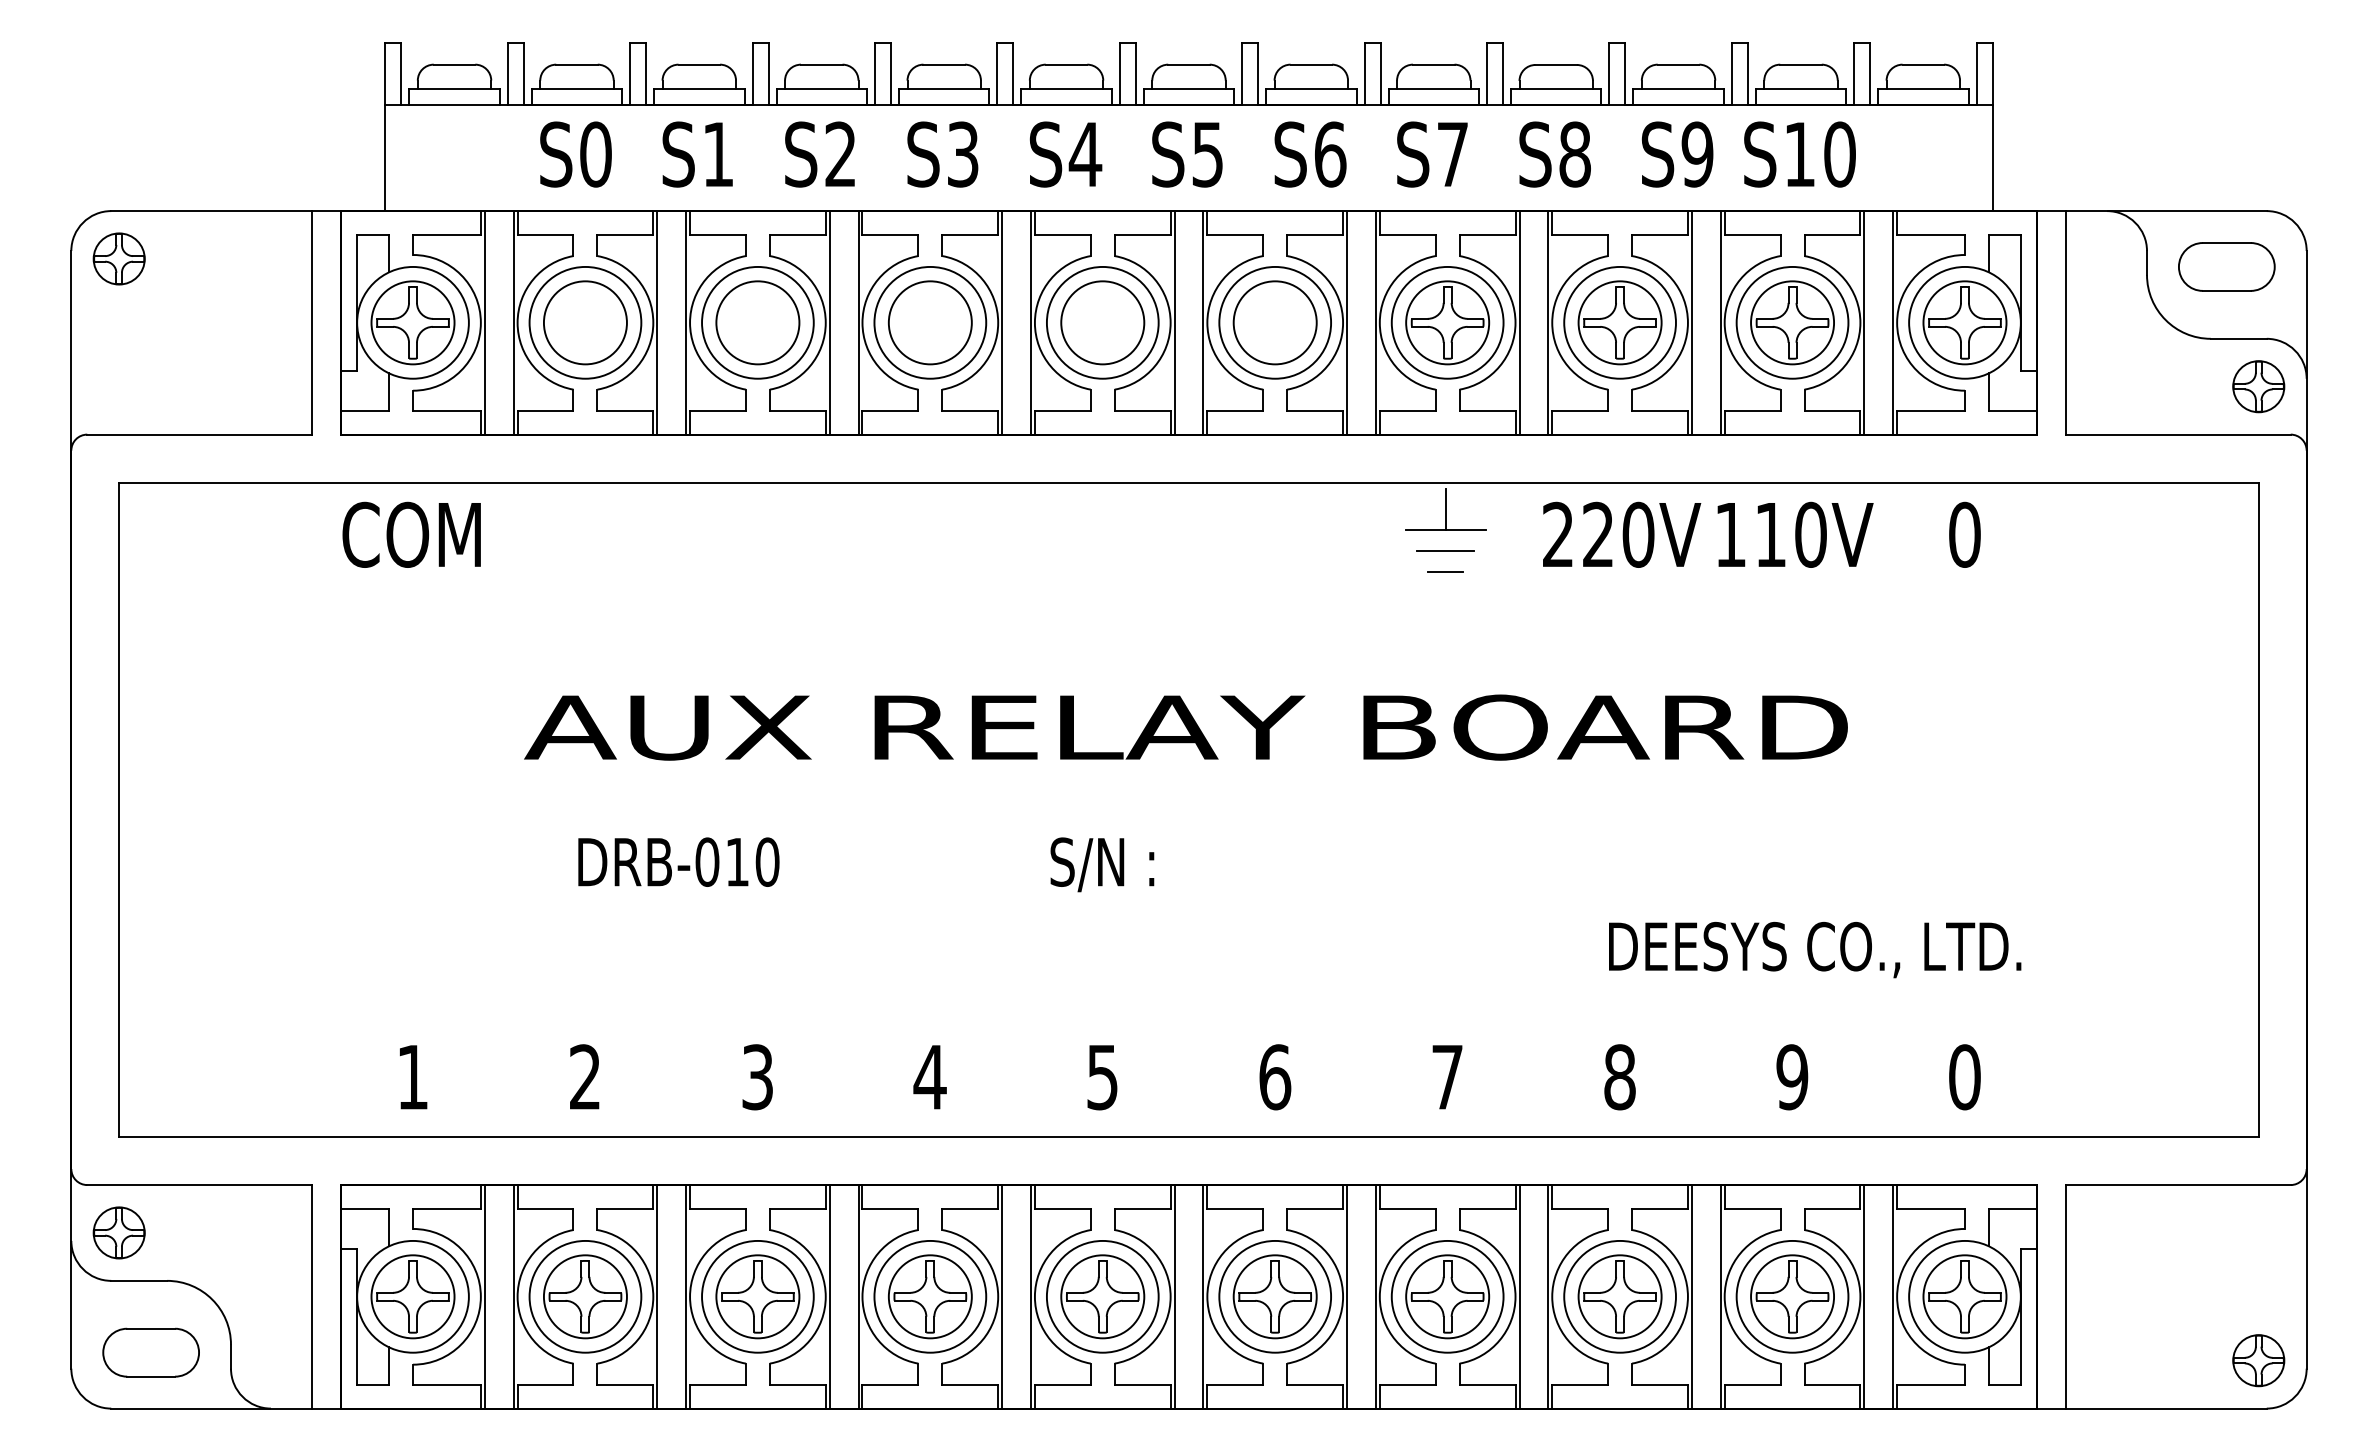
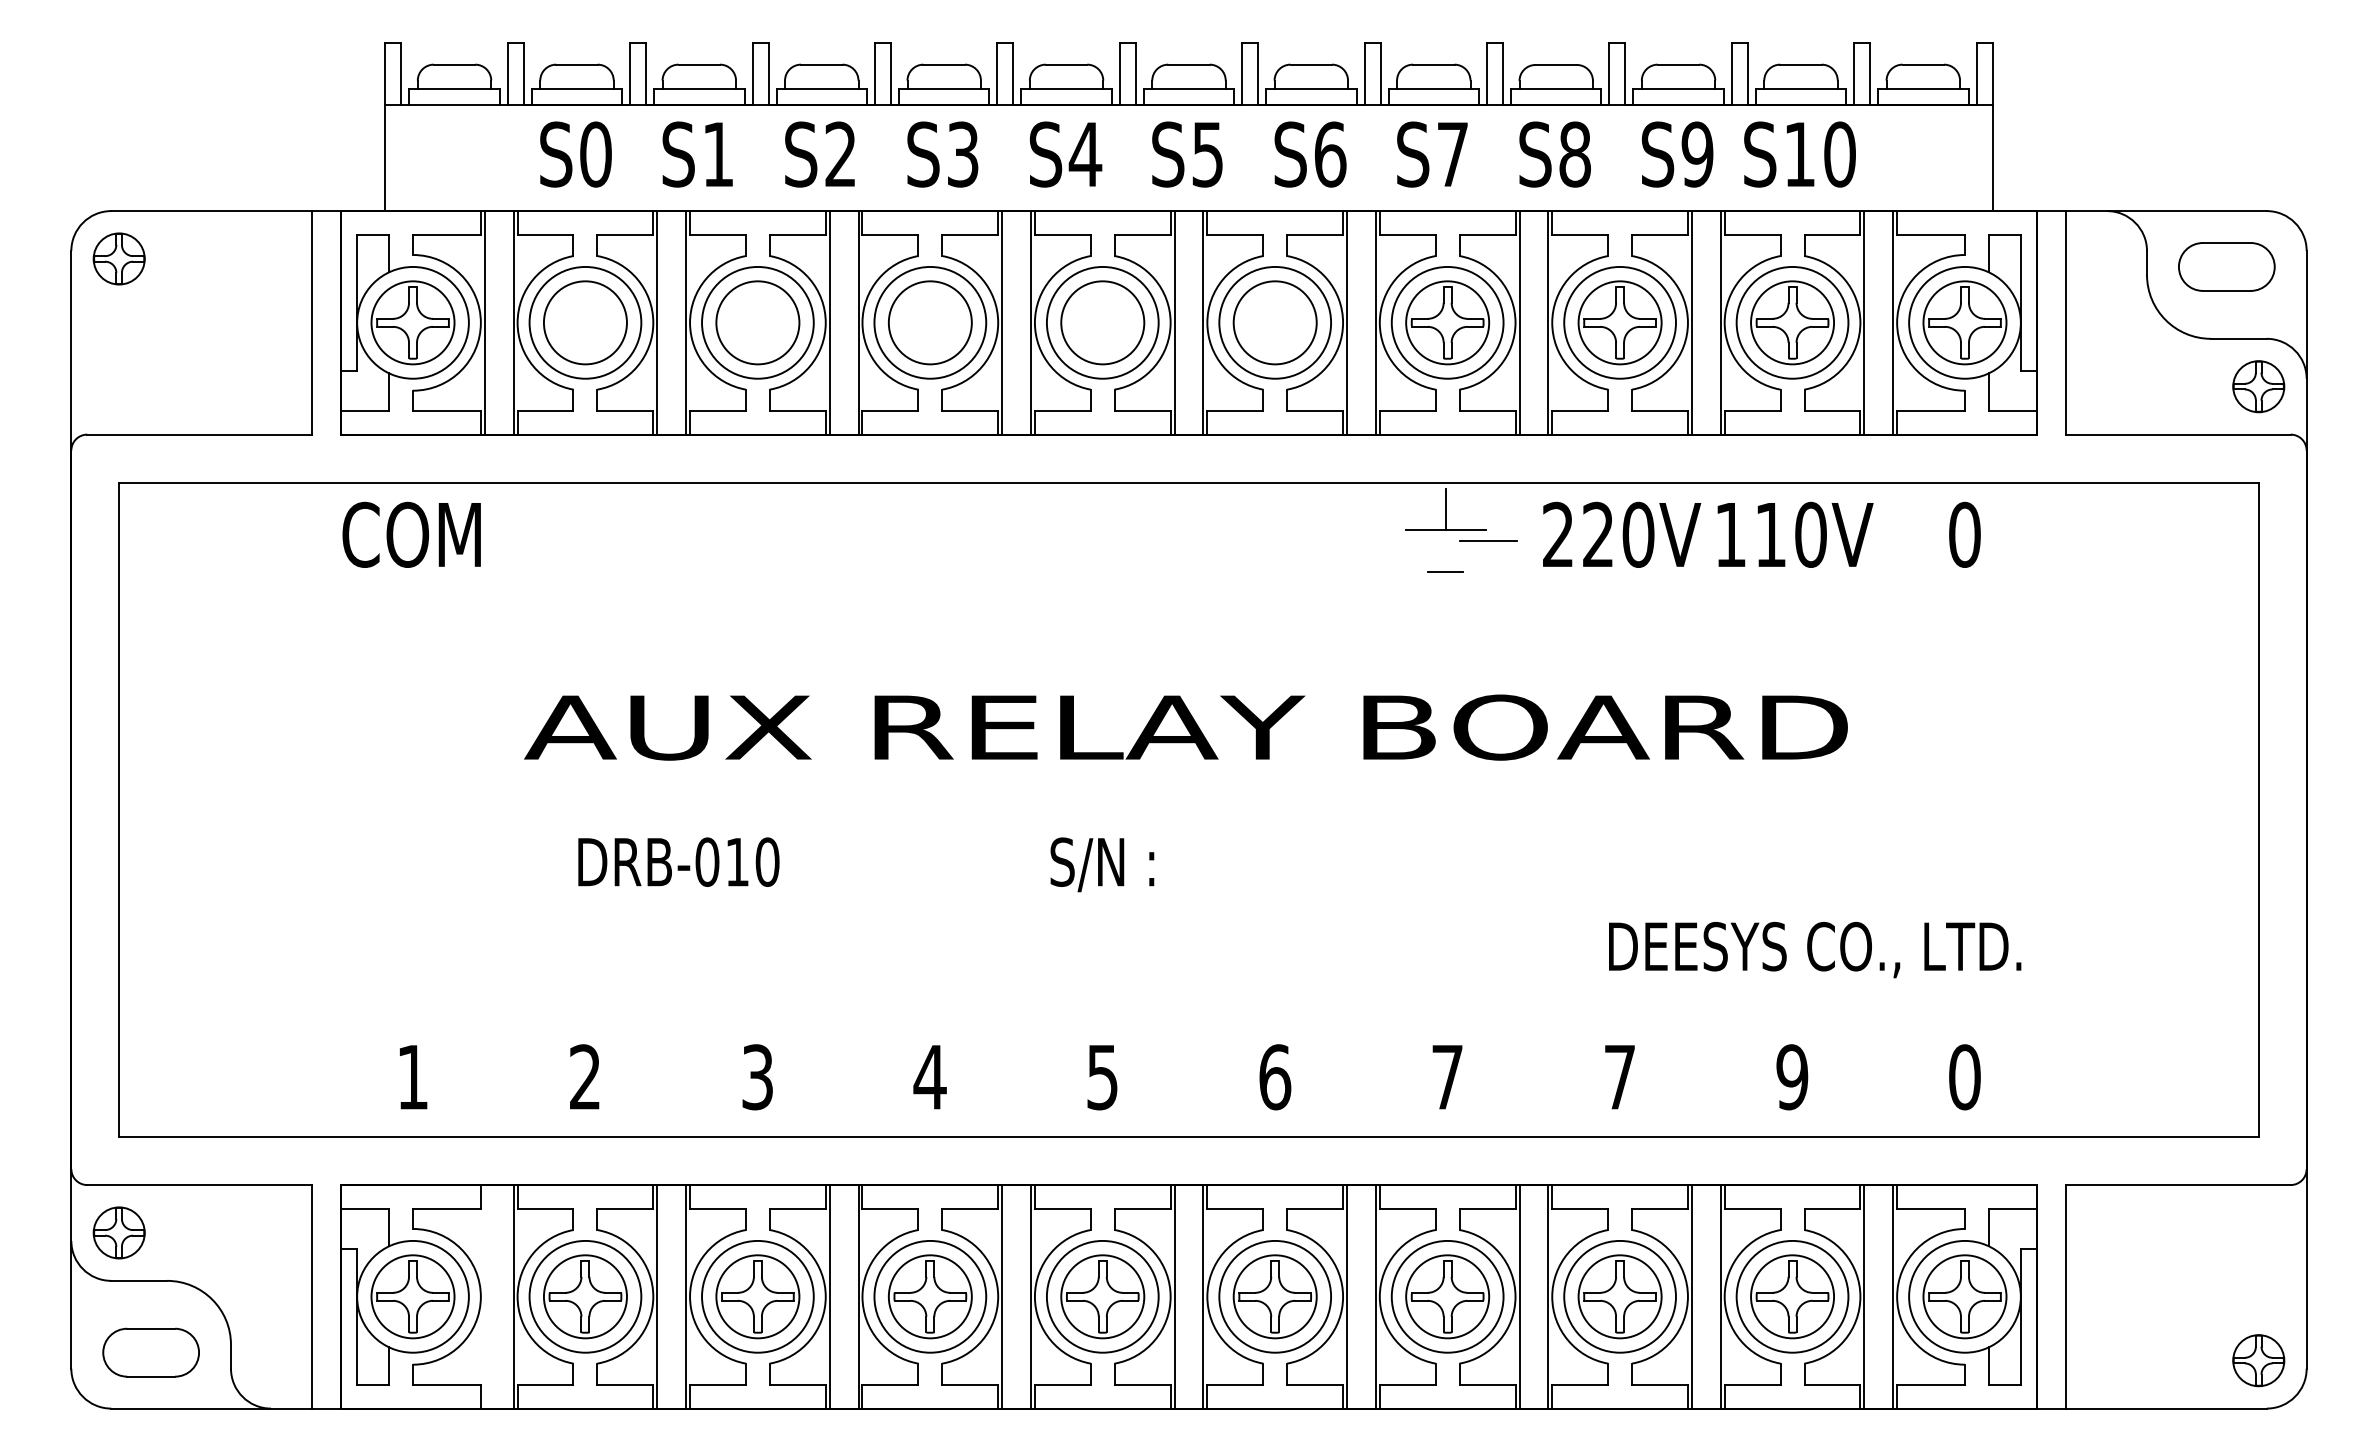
line at (1445, 550) position: (1445, 550) -> (1488, 540)
text at (1619, 1077): 8 -> 7
line at (484, 1296): present -> none
